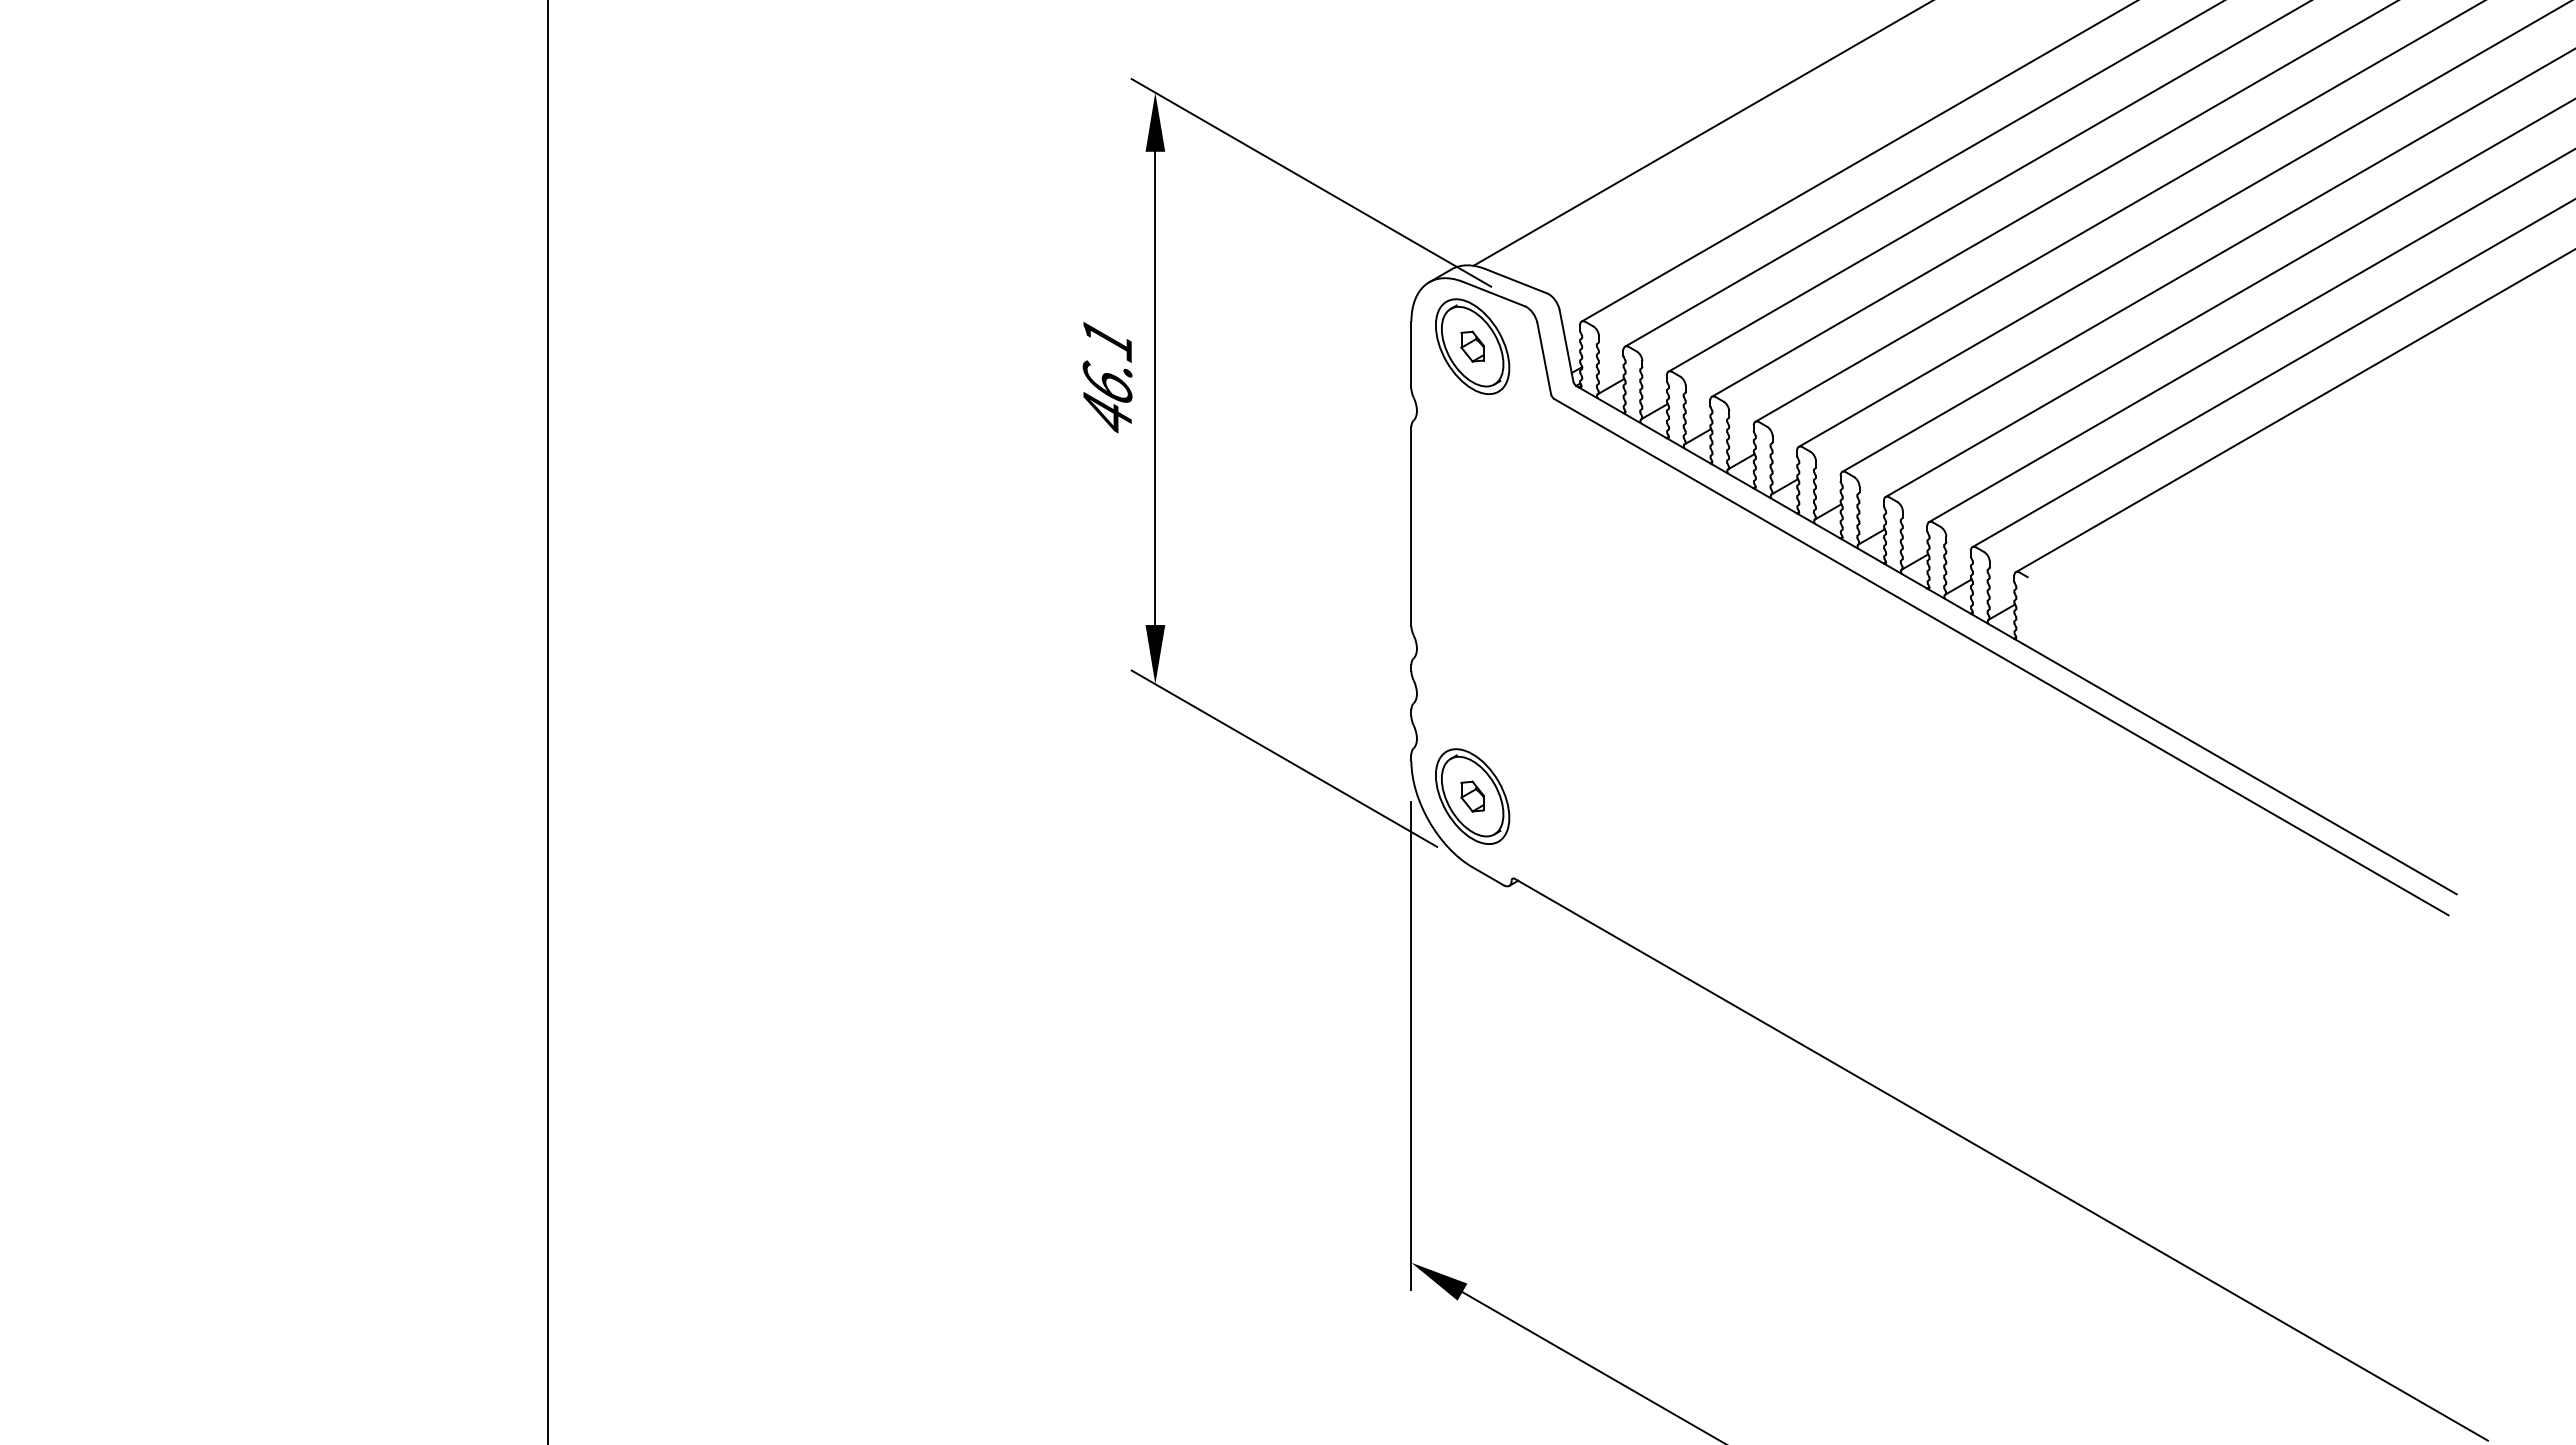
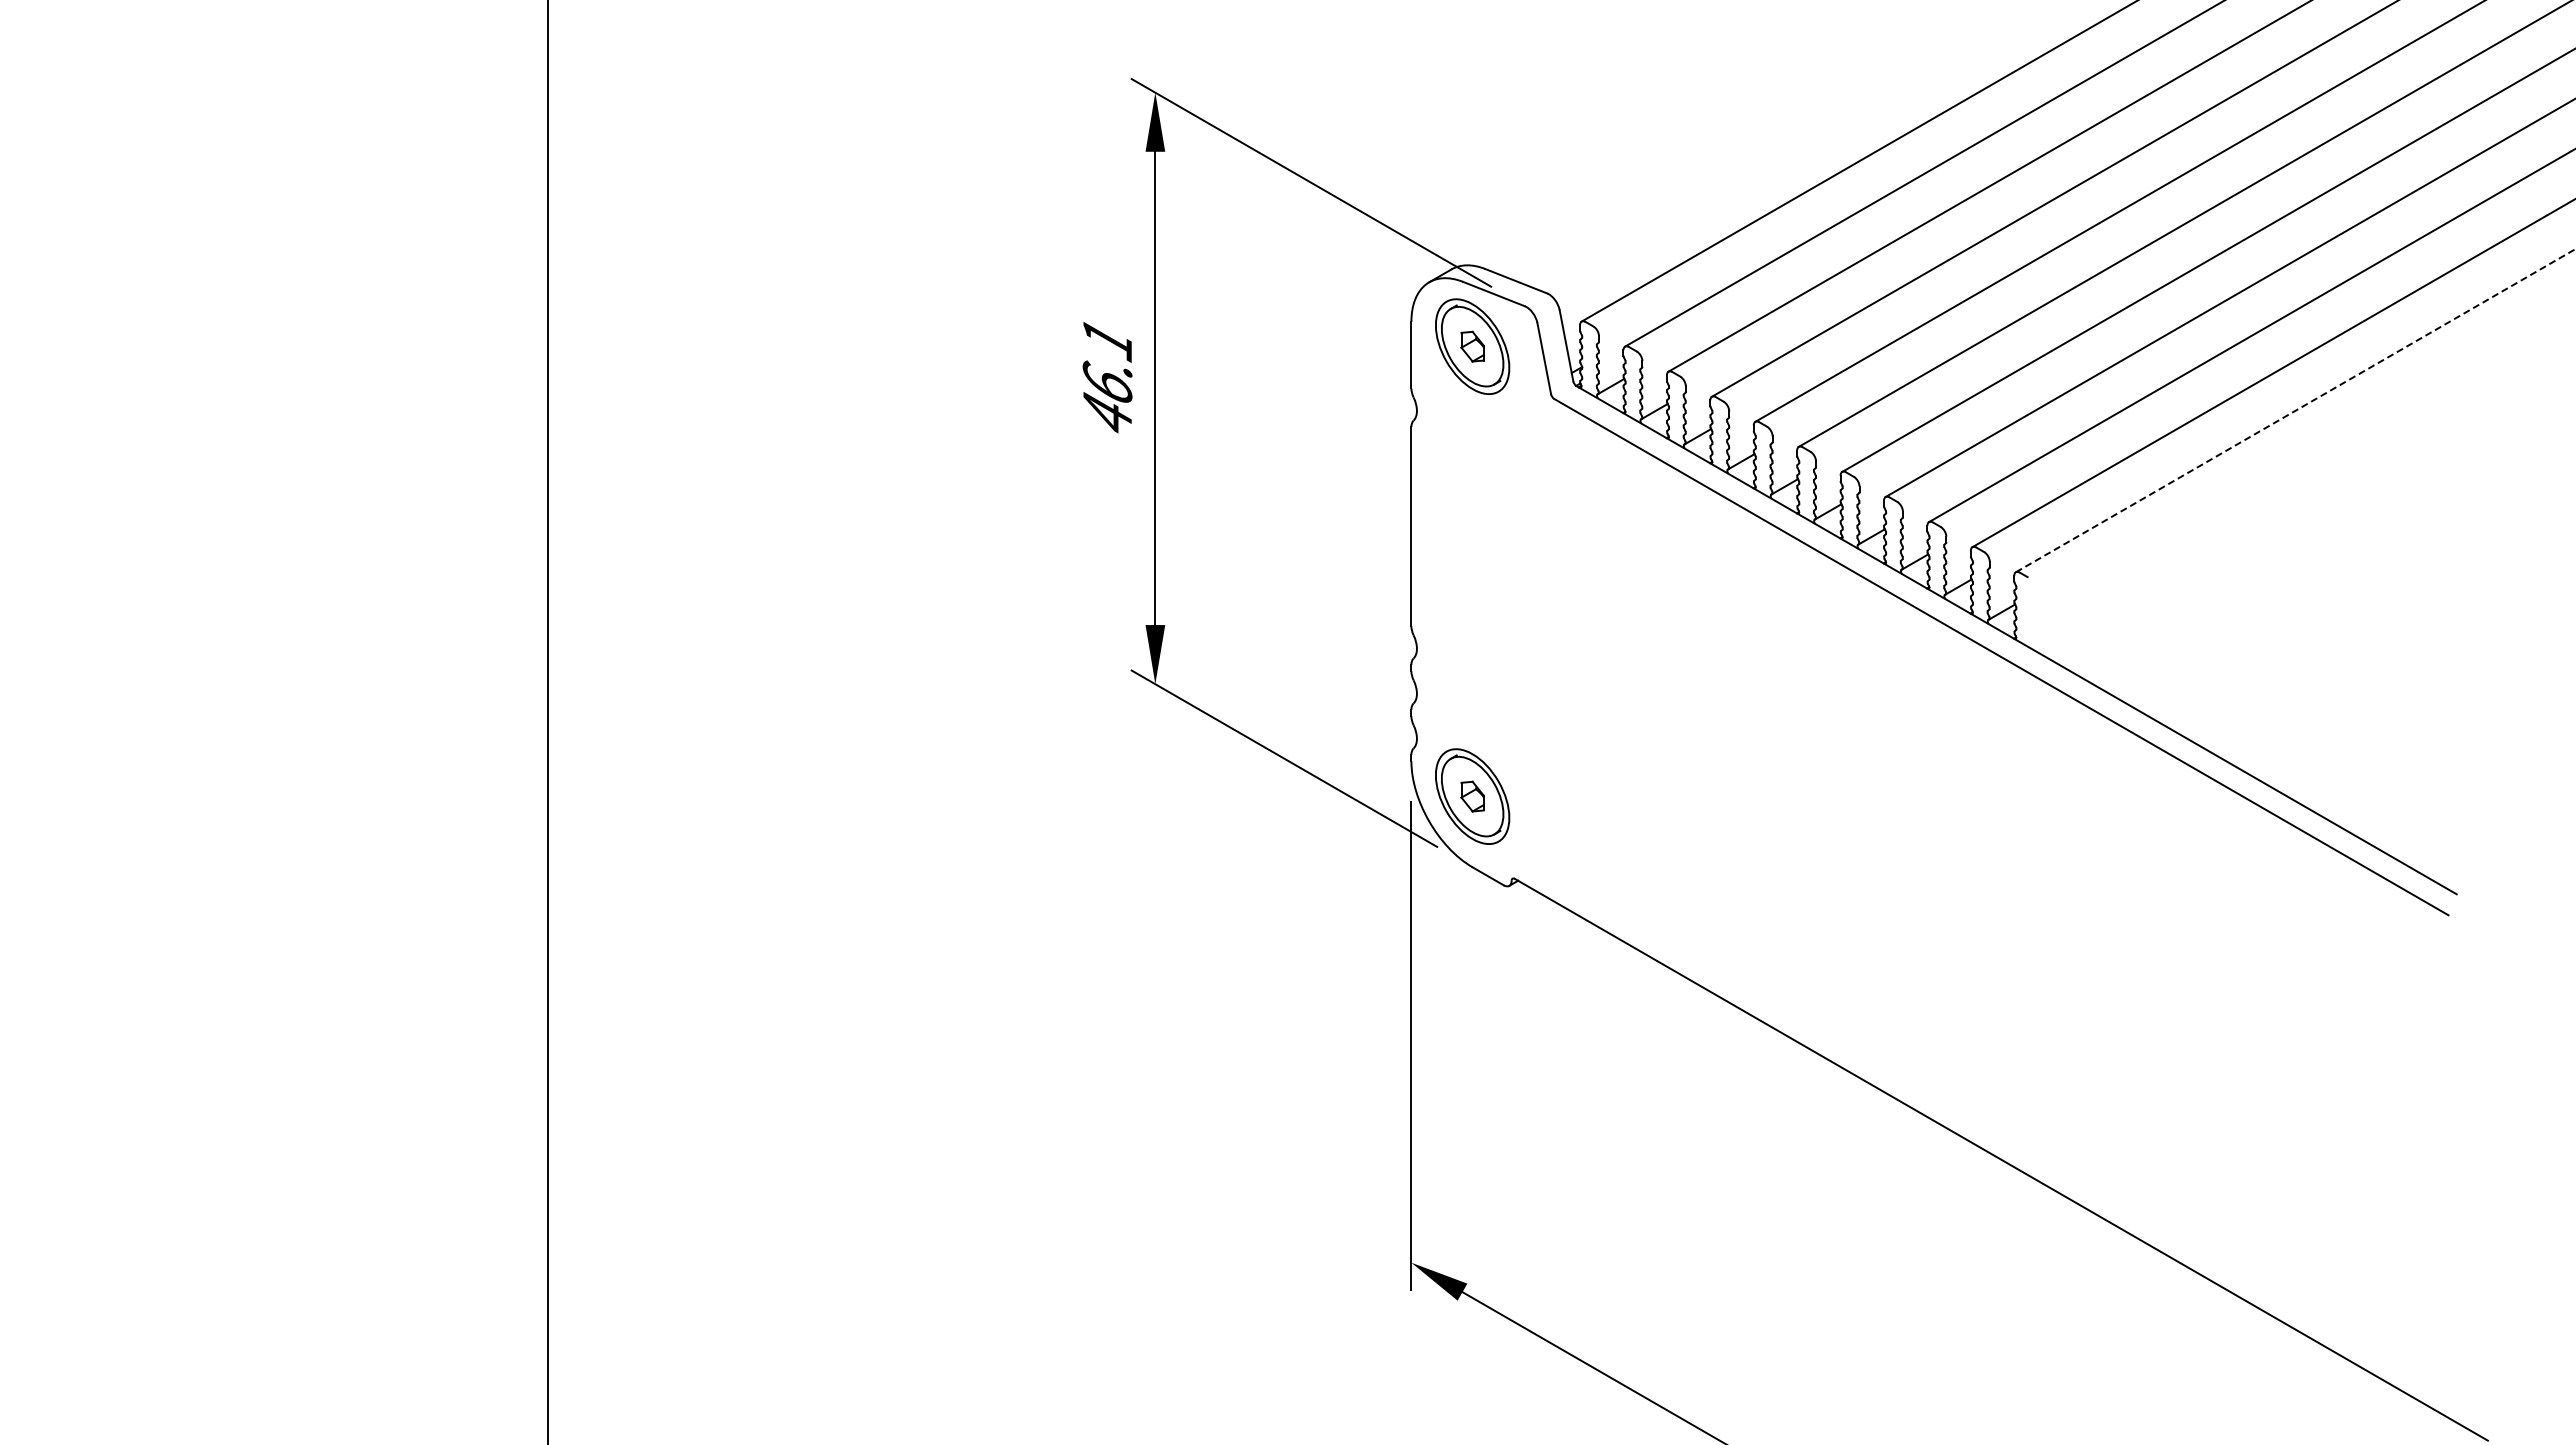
line at (1701, 133): present -> none
line at (2295, 410): solid -> dashed
